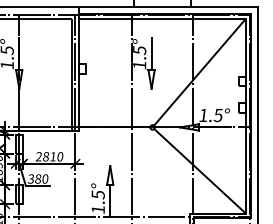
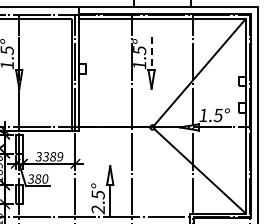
line at (151, 53): solid -> dashed
text at (48, 156): 2810 -> 3389
text at (97, 209): 1.5° -> 2.5°
